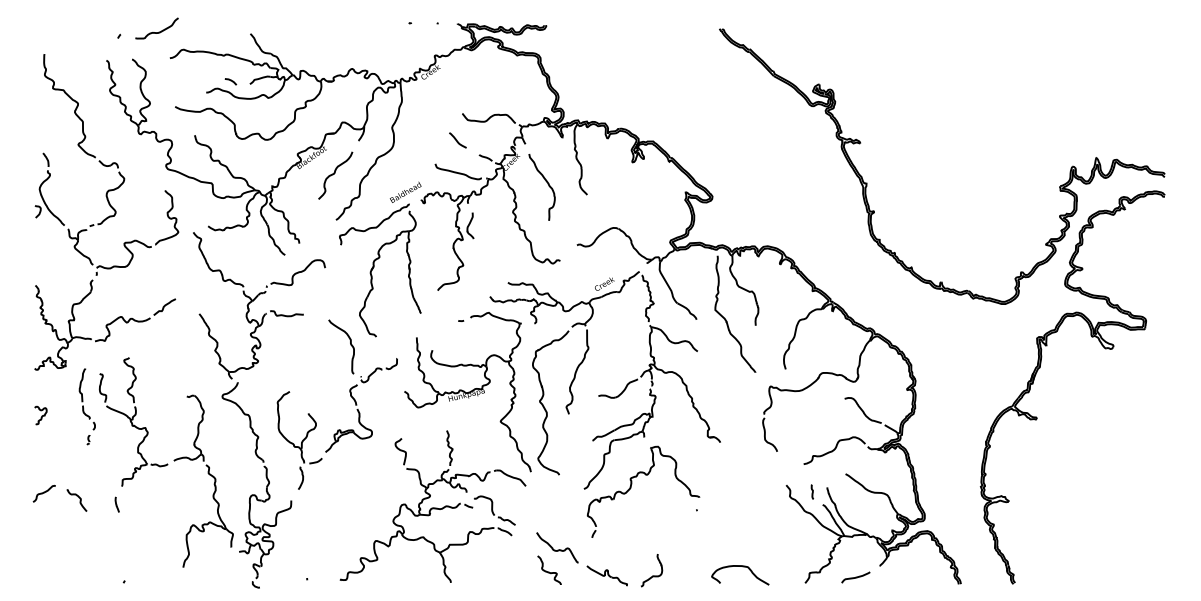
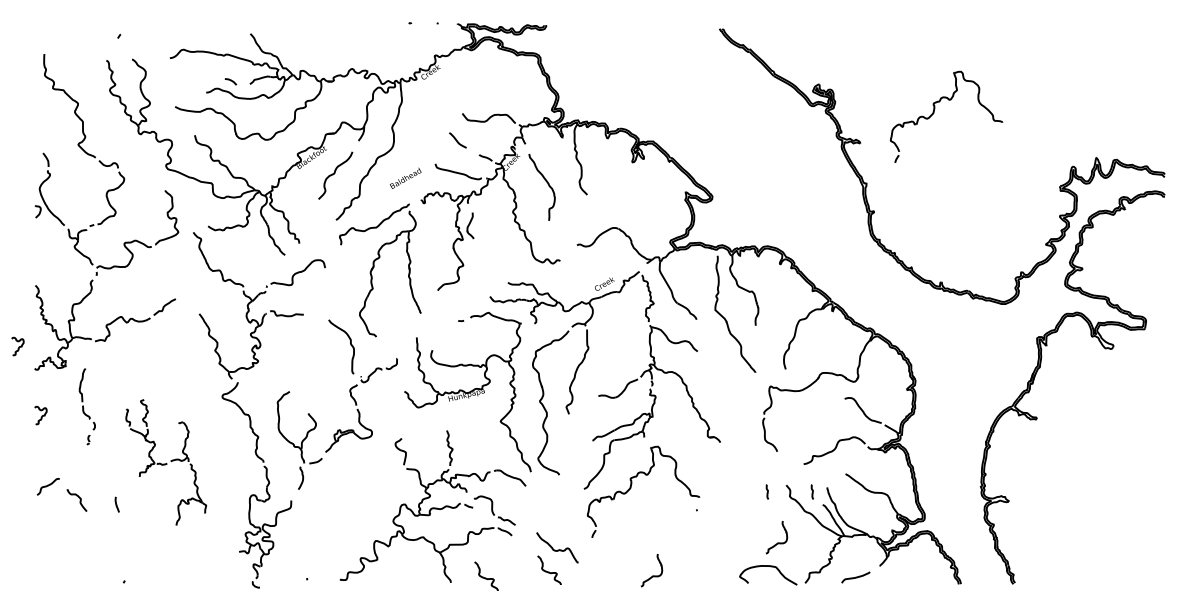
curve at (158, 31): present -> none
part at (934, 113): none -> present
text at (405, 191) position: (405, 191) -> (405, 177)
curve at (18, 346): none -> present
part at (165, 462) size: 136x211 px -> 83x127 px
line at (766, 490): none -> present
curve at (43, 493) position: (43, 493) -> (47, 486)
curve at (777, 542): none -> present
curve at (742, 567) position: (742, 567) -> (770, 567)
part at (606, 575): present -> none
curve at (486, 577): none -> present
